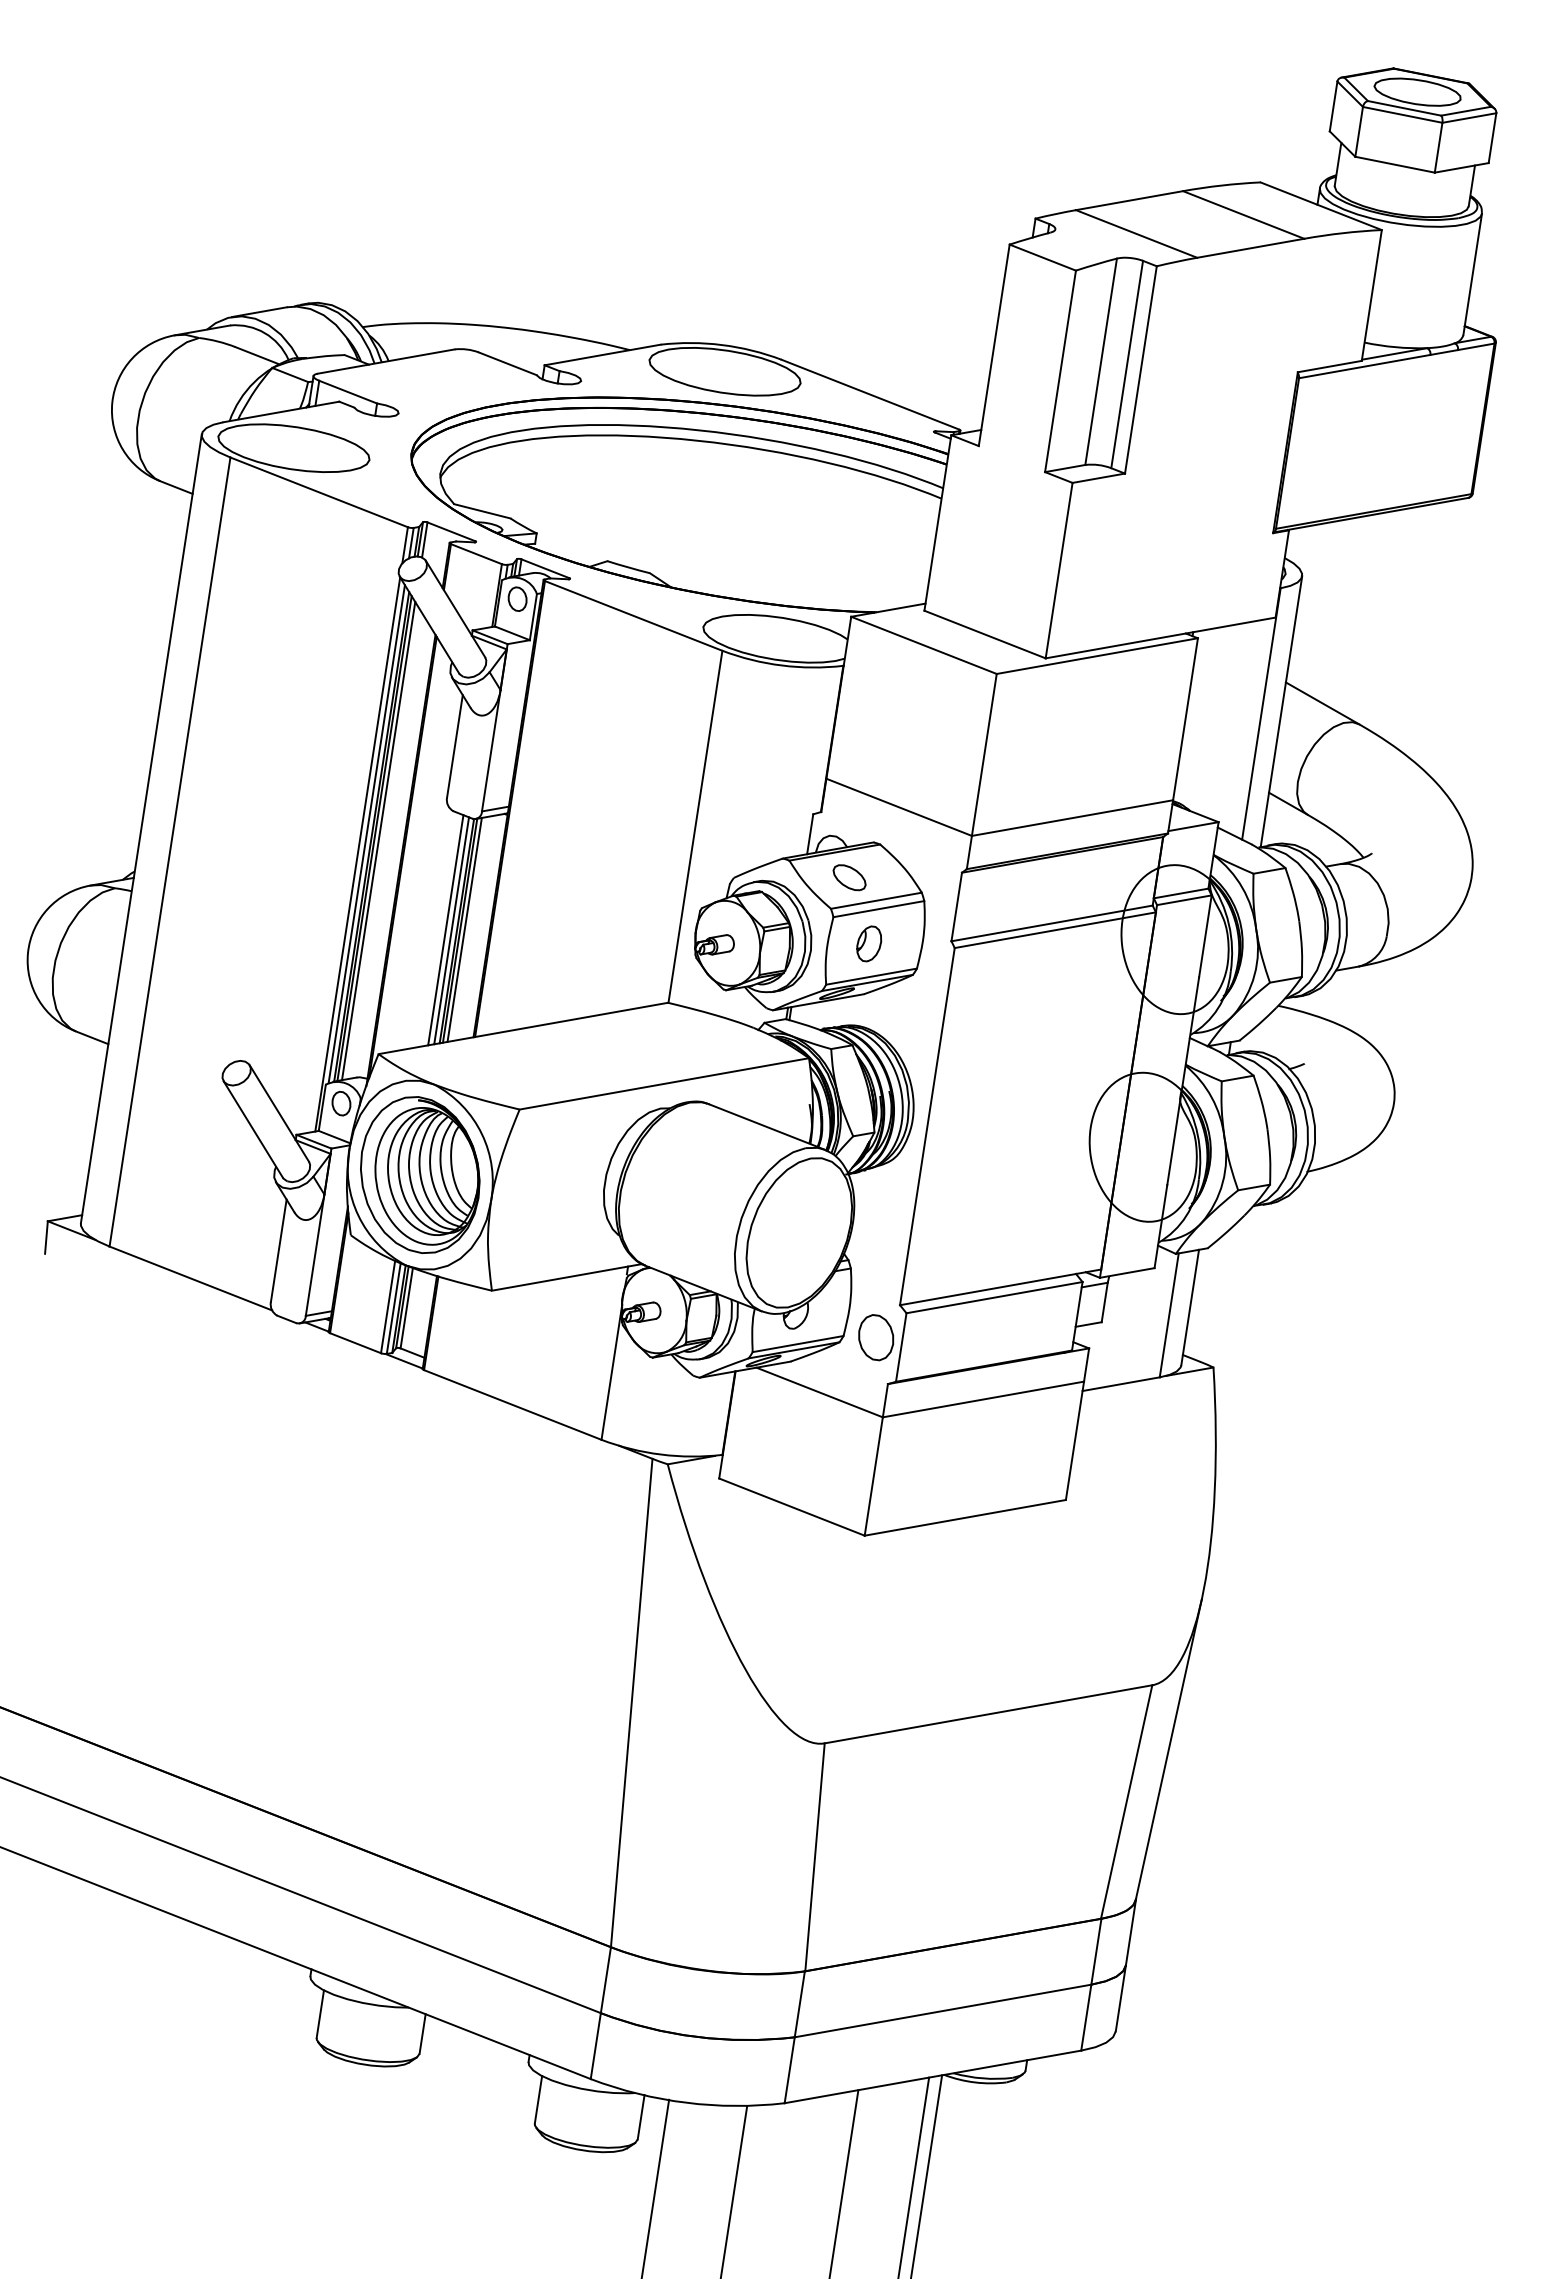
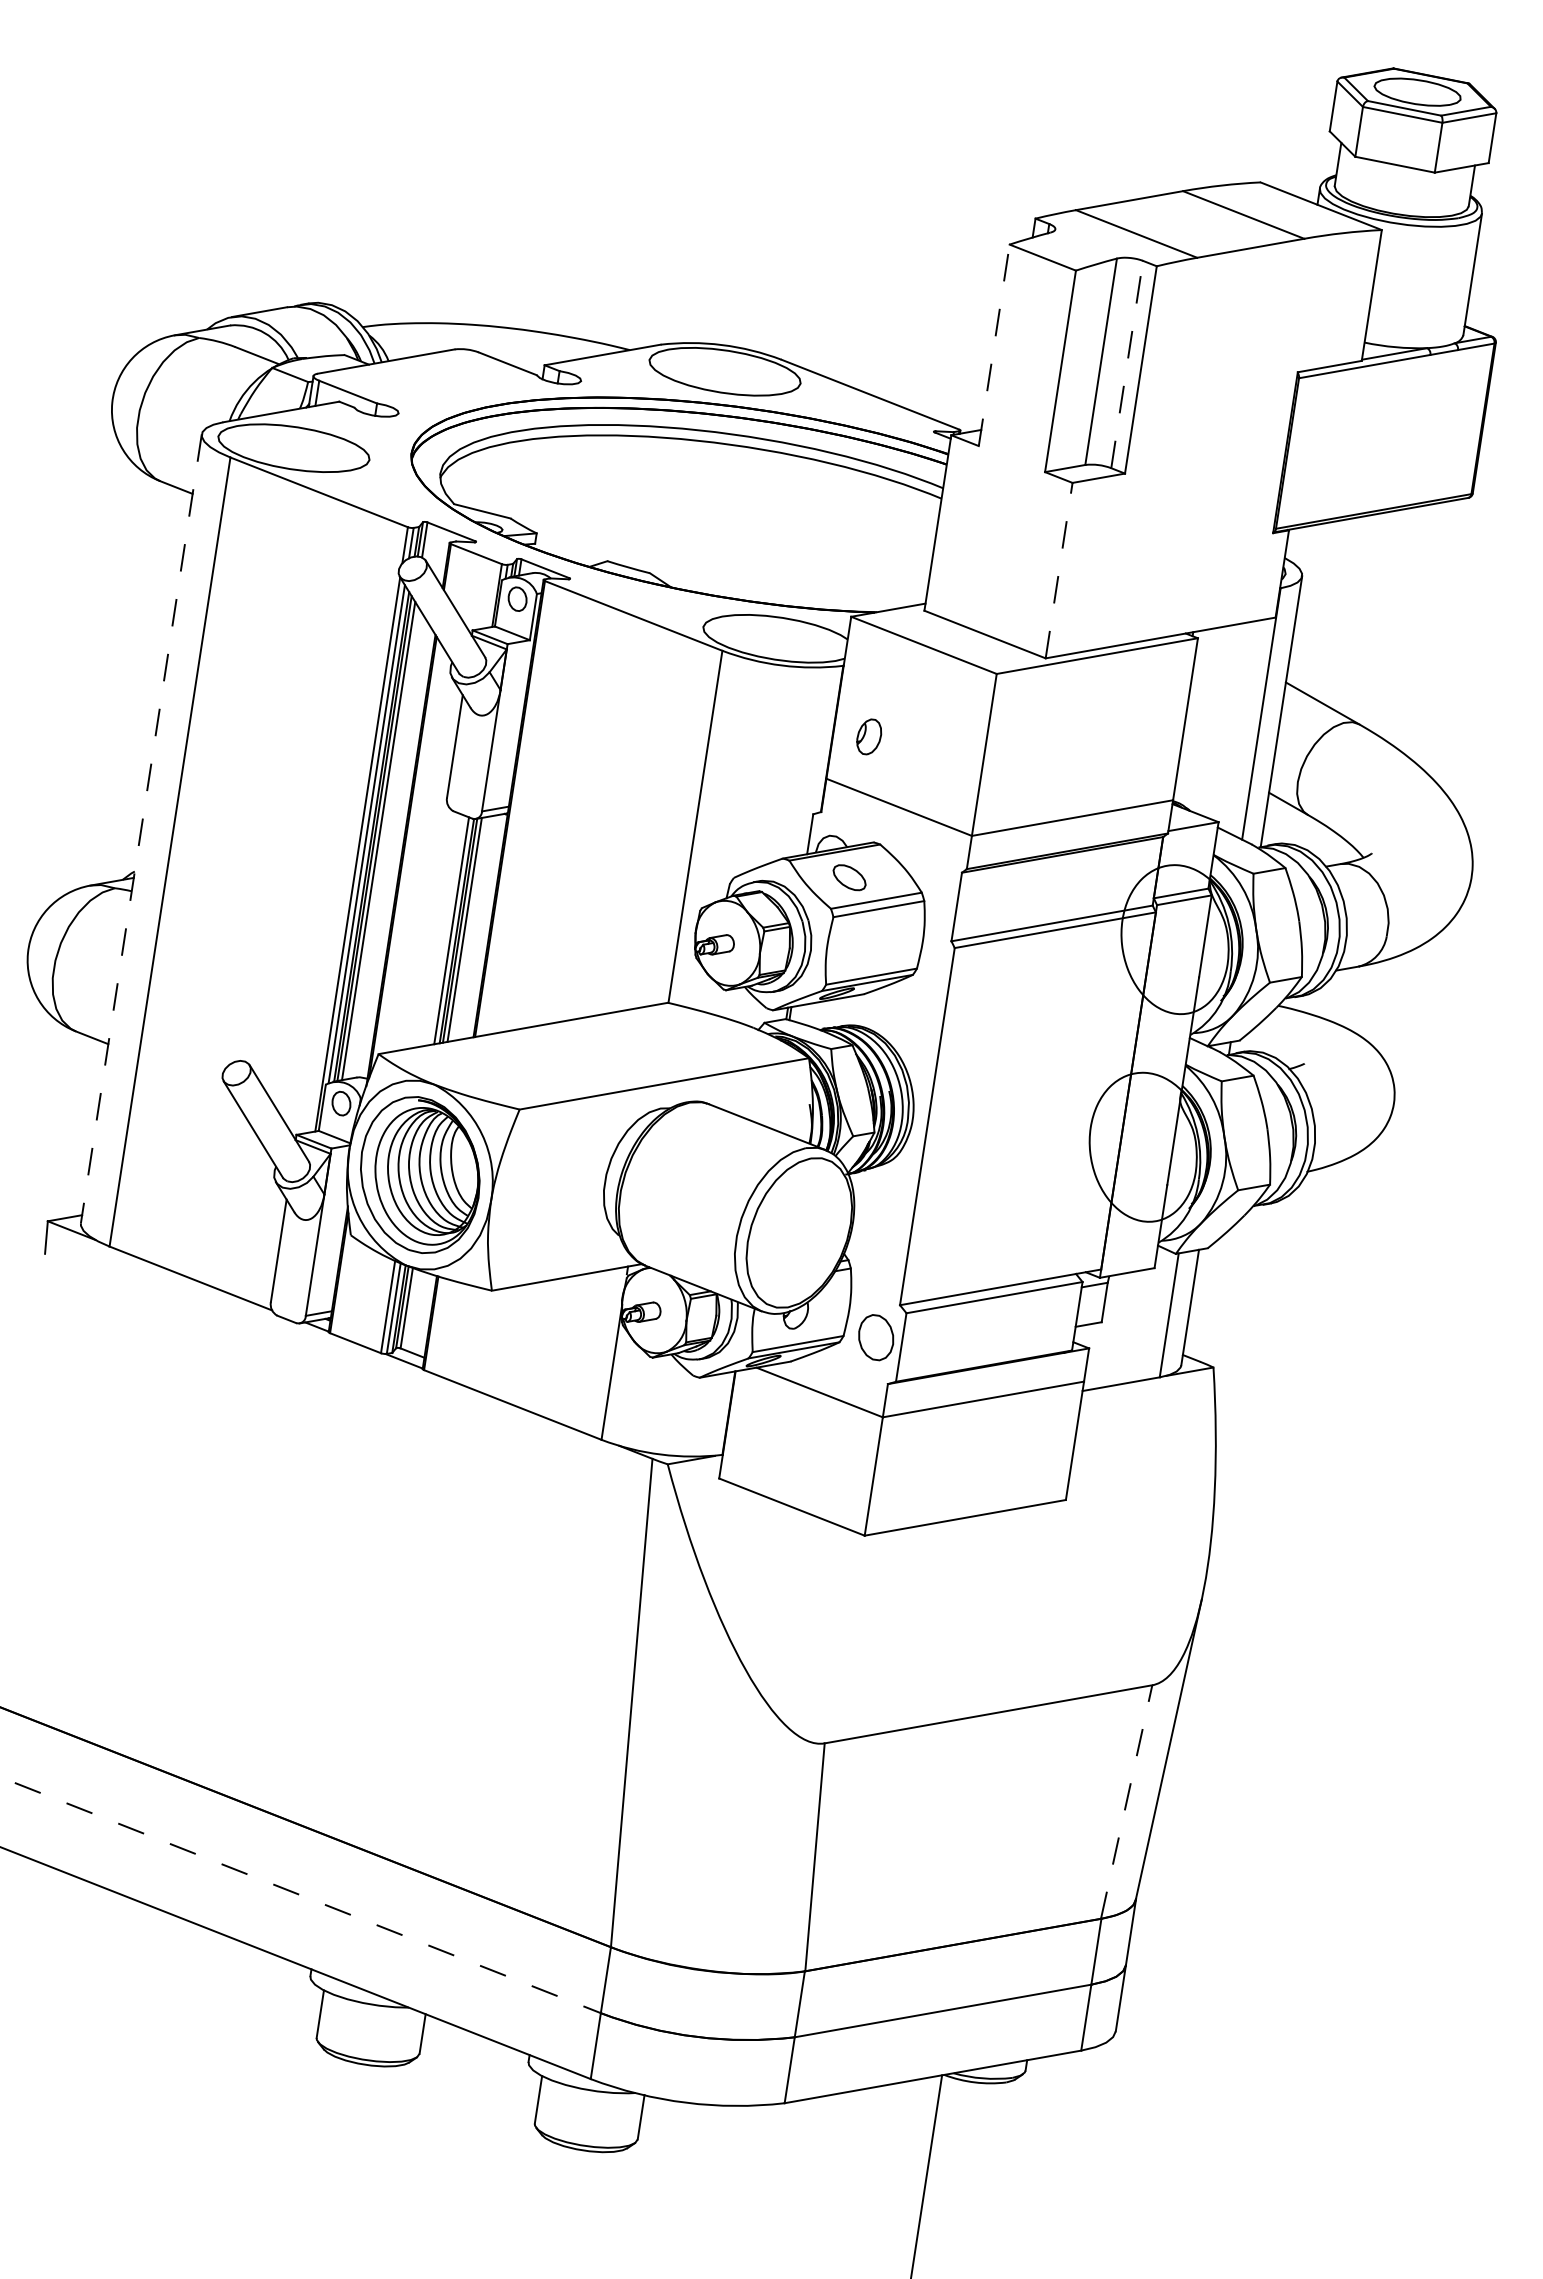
line at (994, 345): solid -> dashed
line at (1127, 364): solid -> dashed
line at (1059, 570): solid -> dashed
line at (141, 829): solid -> dashed
line at (445, 930): present -> none
part at (869, 943) position: (869, 943) -> (869, 736)
line at (1126, 1802): solid -> dashed
line at (301, 1895): solid -> dashed
line at (913, 2176): present -> none
line at (843, 2182): present -> none
line at (655, 2187): present -> none
line at (734, 2190): present -> none
